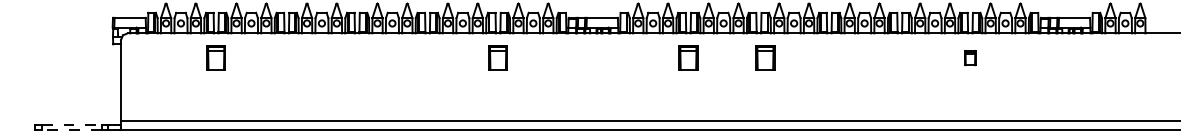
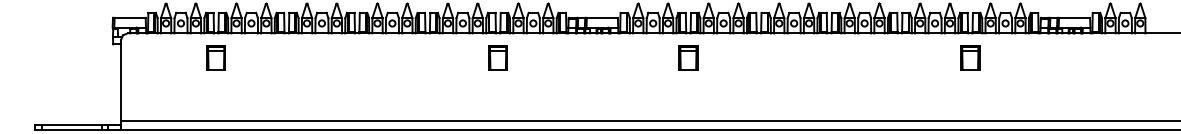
part at (765, 57): present -> none
part at (970, 58) size: 13x17 px -> 21x26 px
line at (71, 124): dashed -> solid
line at (71, 130): dashed -> solid
